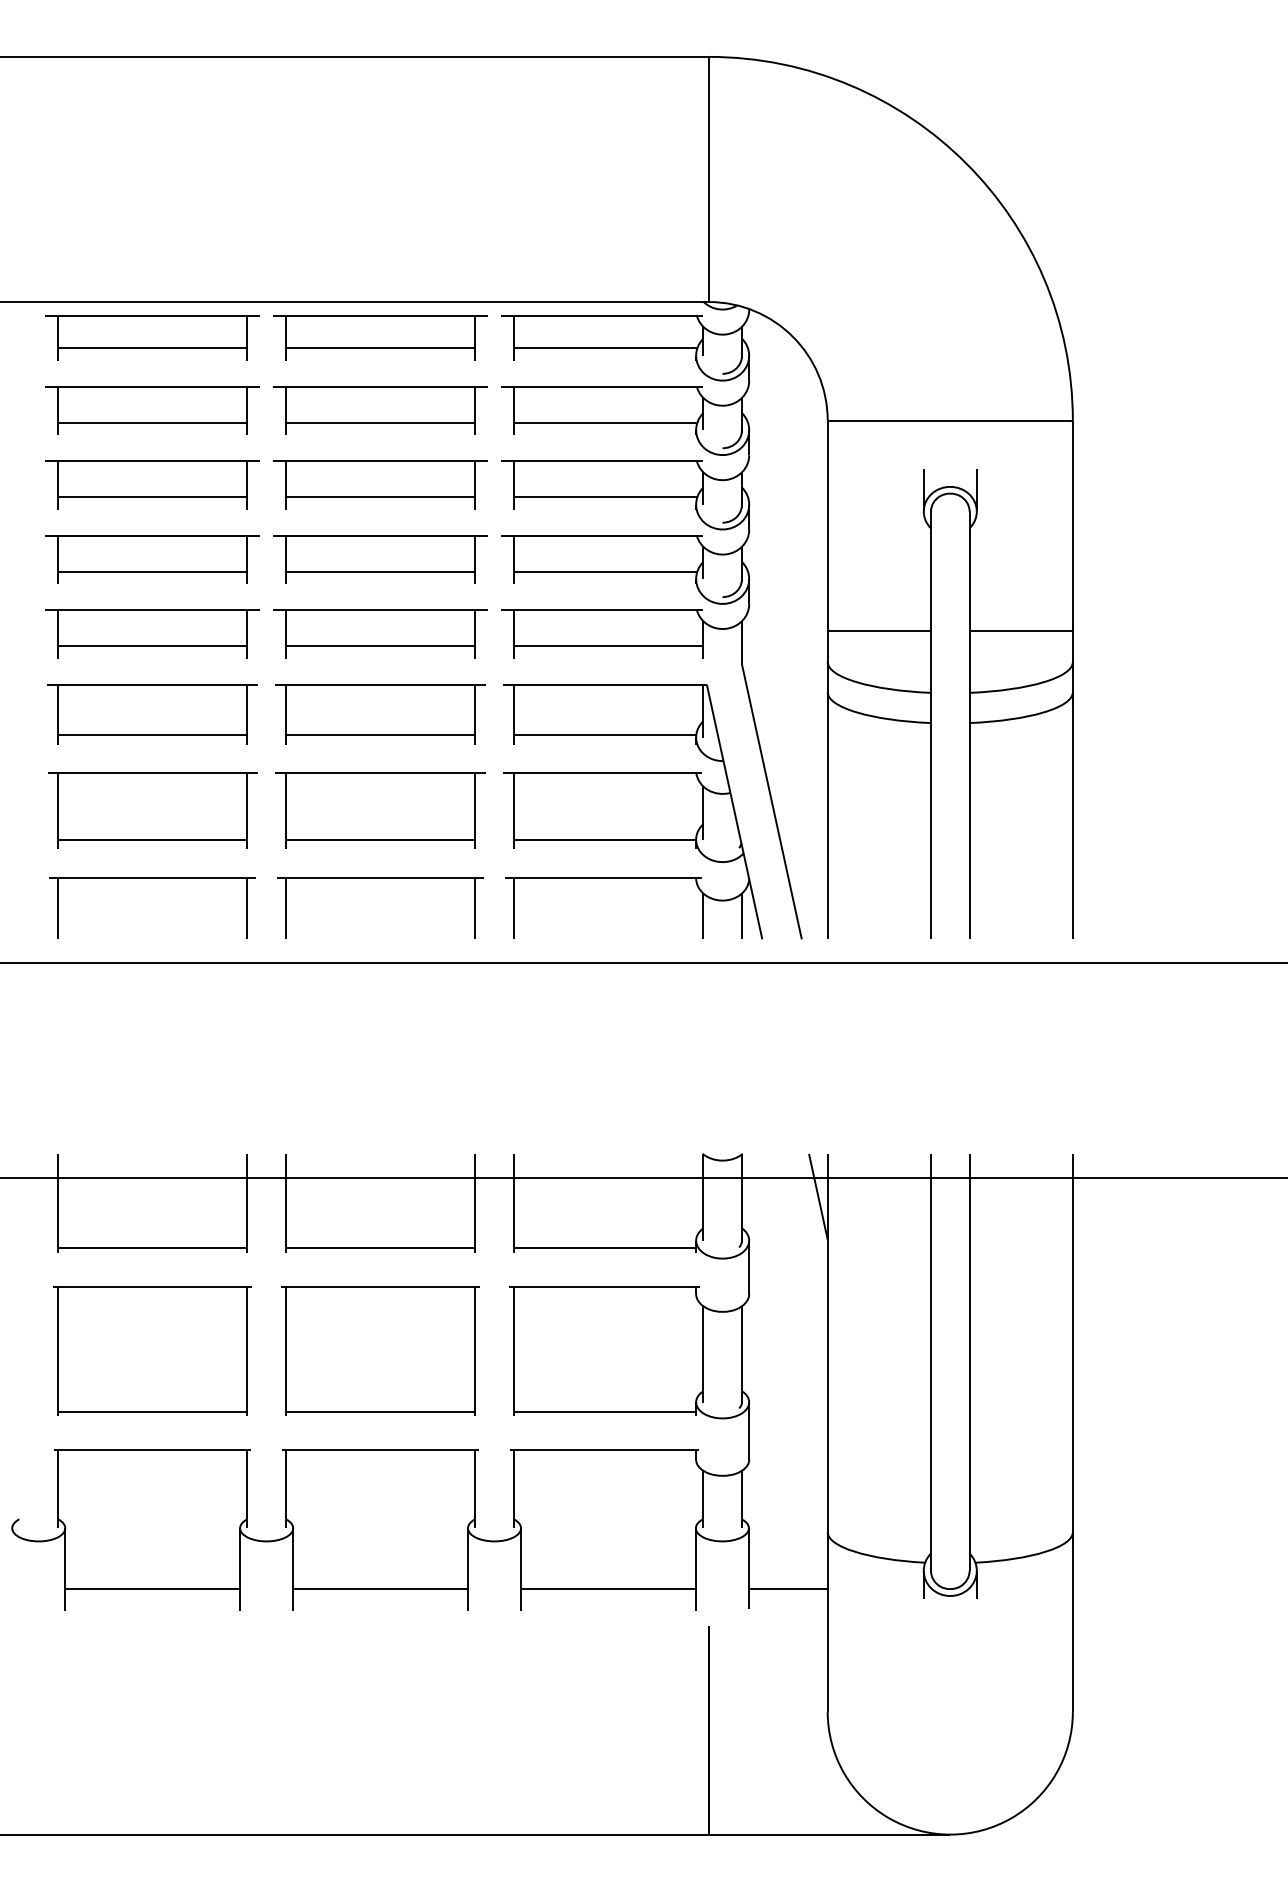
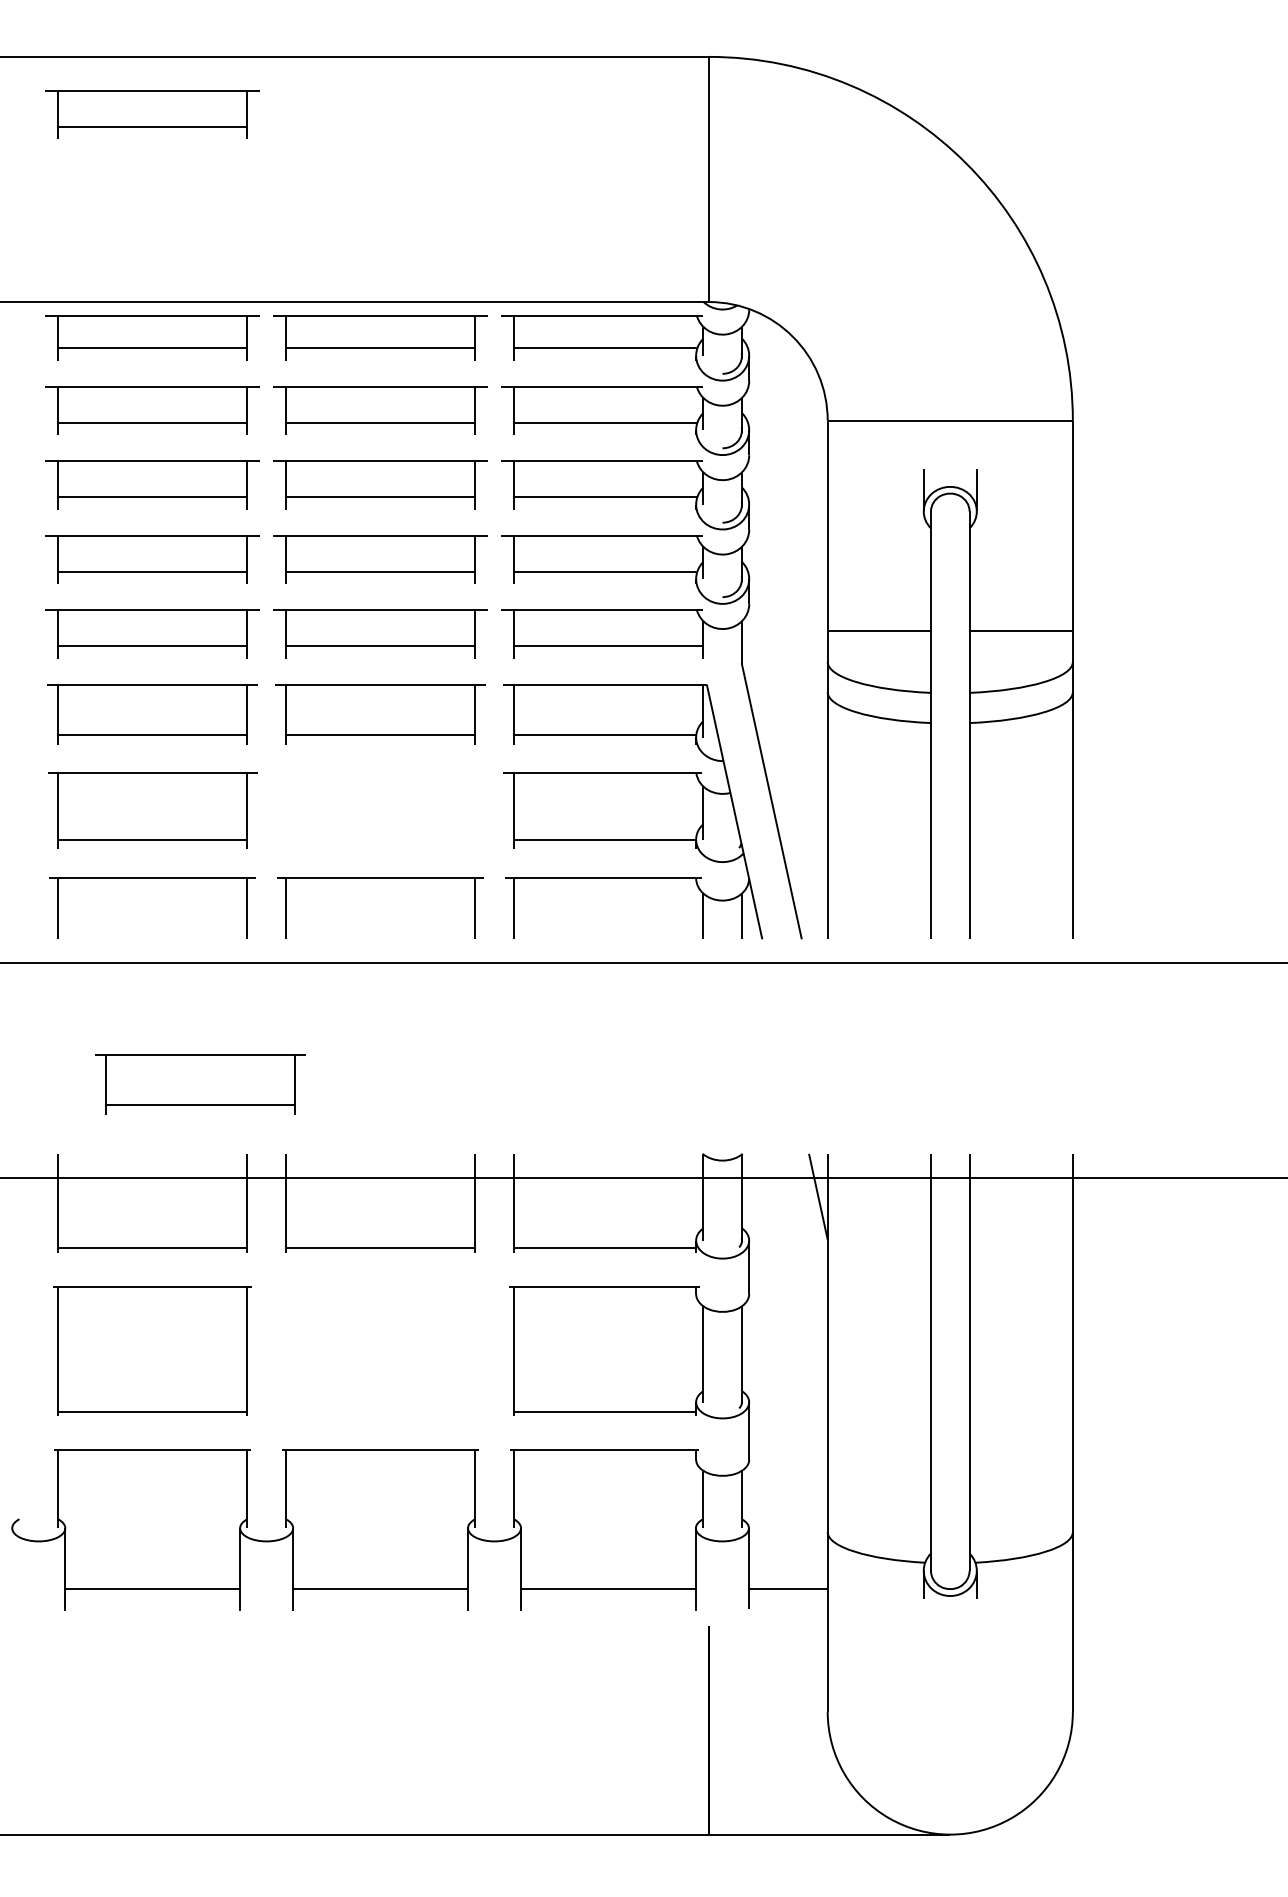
part at (152, 114): none -> present
part at (380, 810): present -> none
part at (200, 1084): none -> present
part at (380, 1350): present -> none
